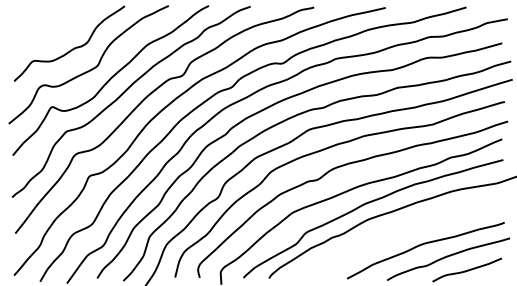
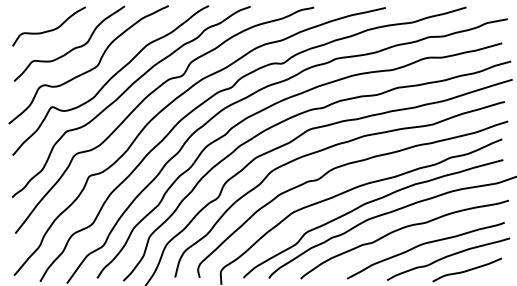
curve at (50, 29): none -> present
curve at (402, 229): none -> present
